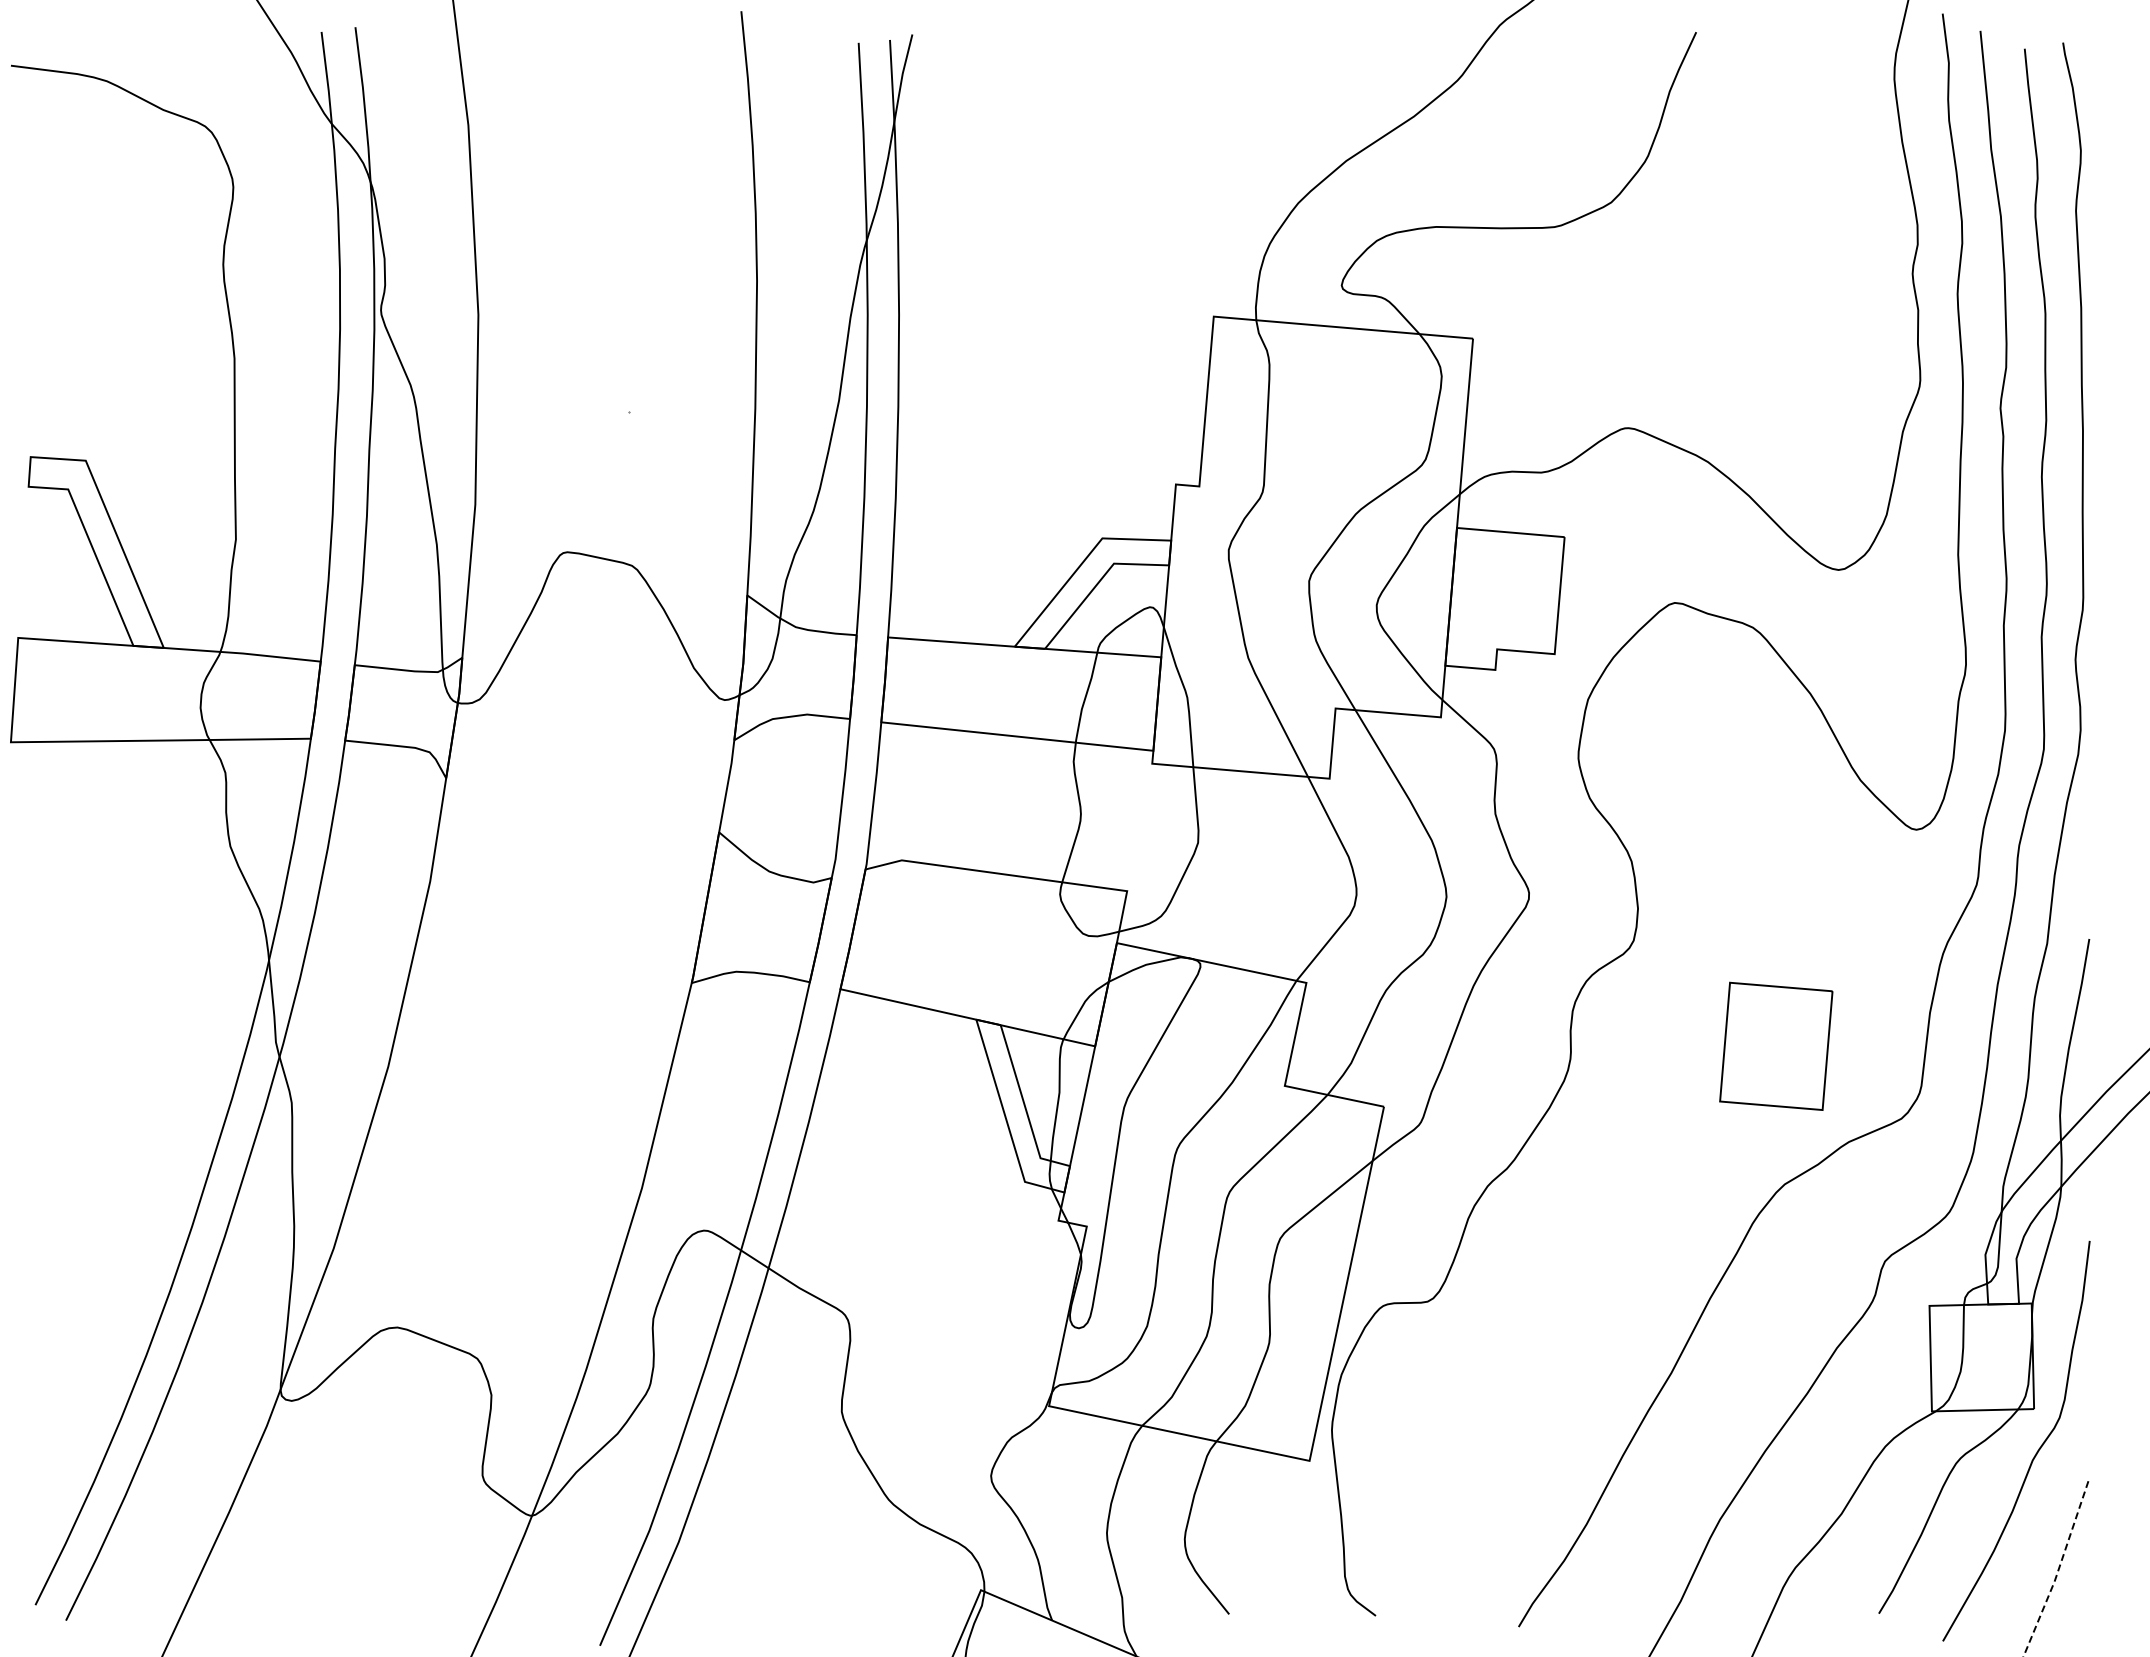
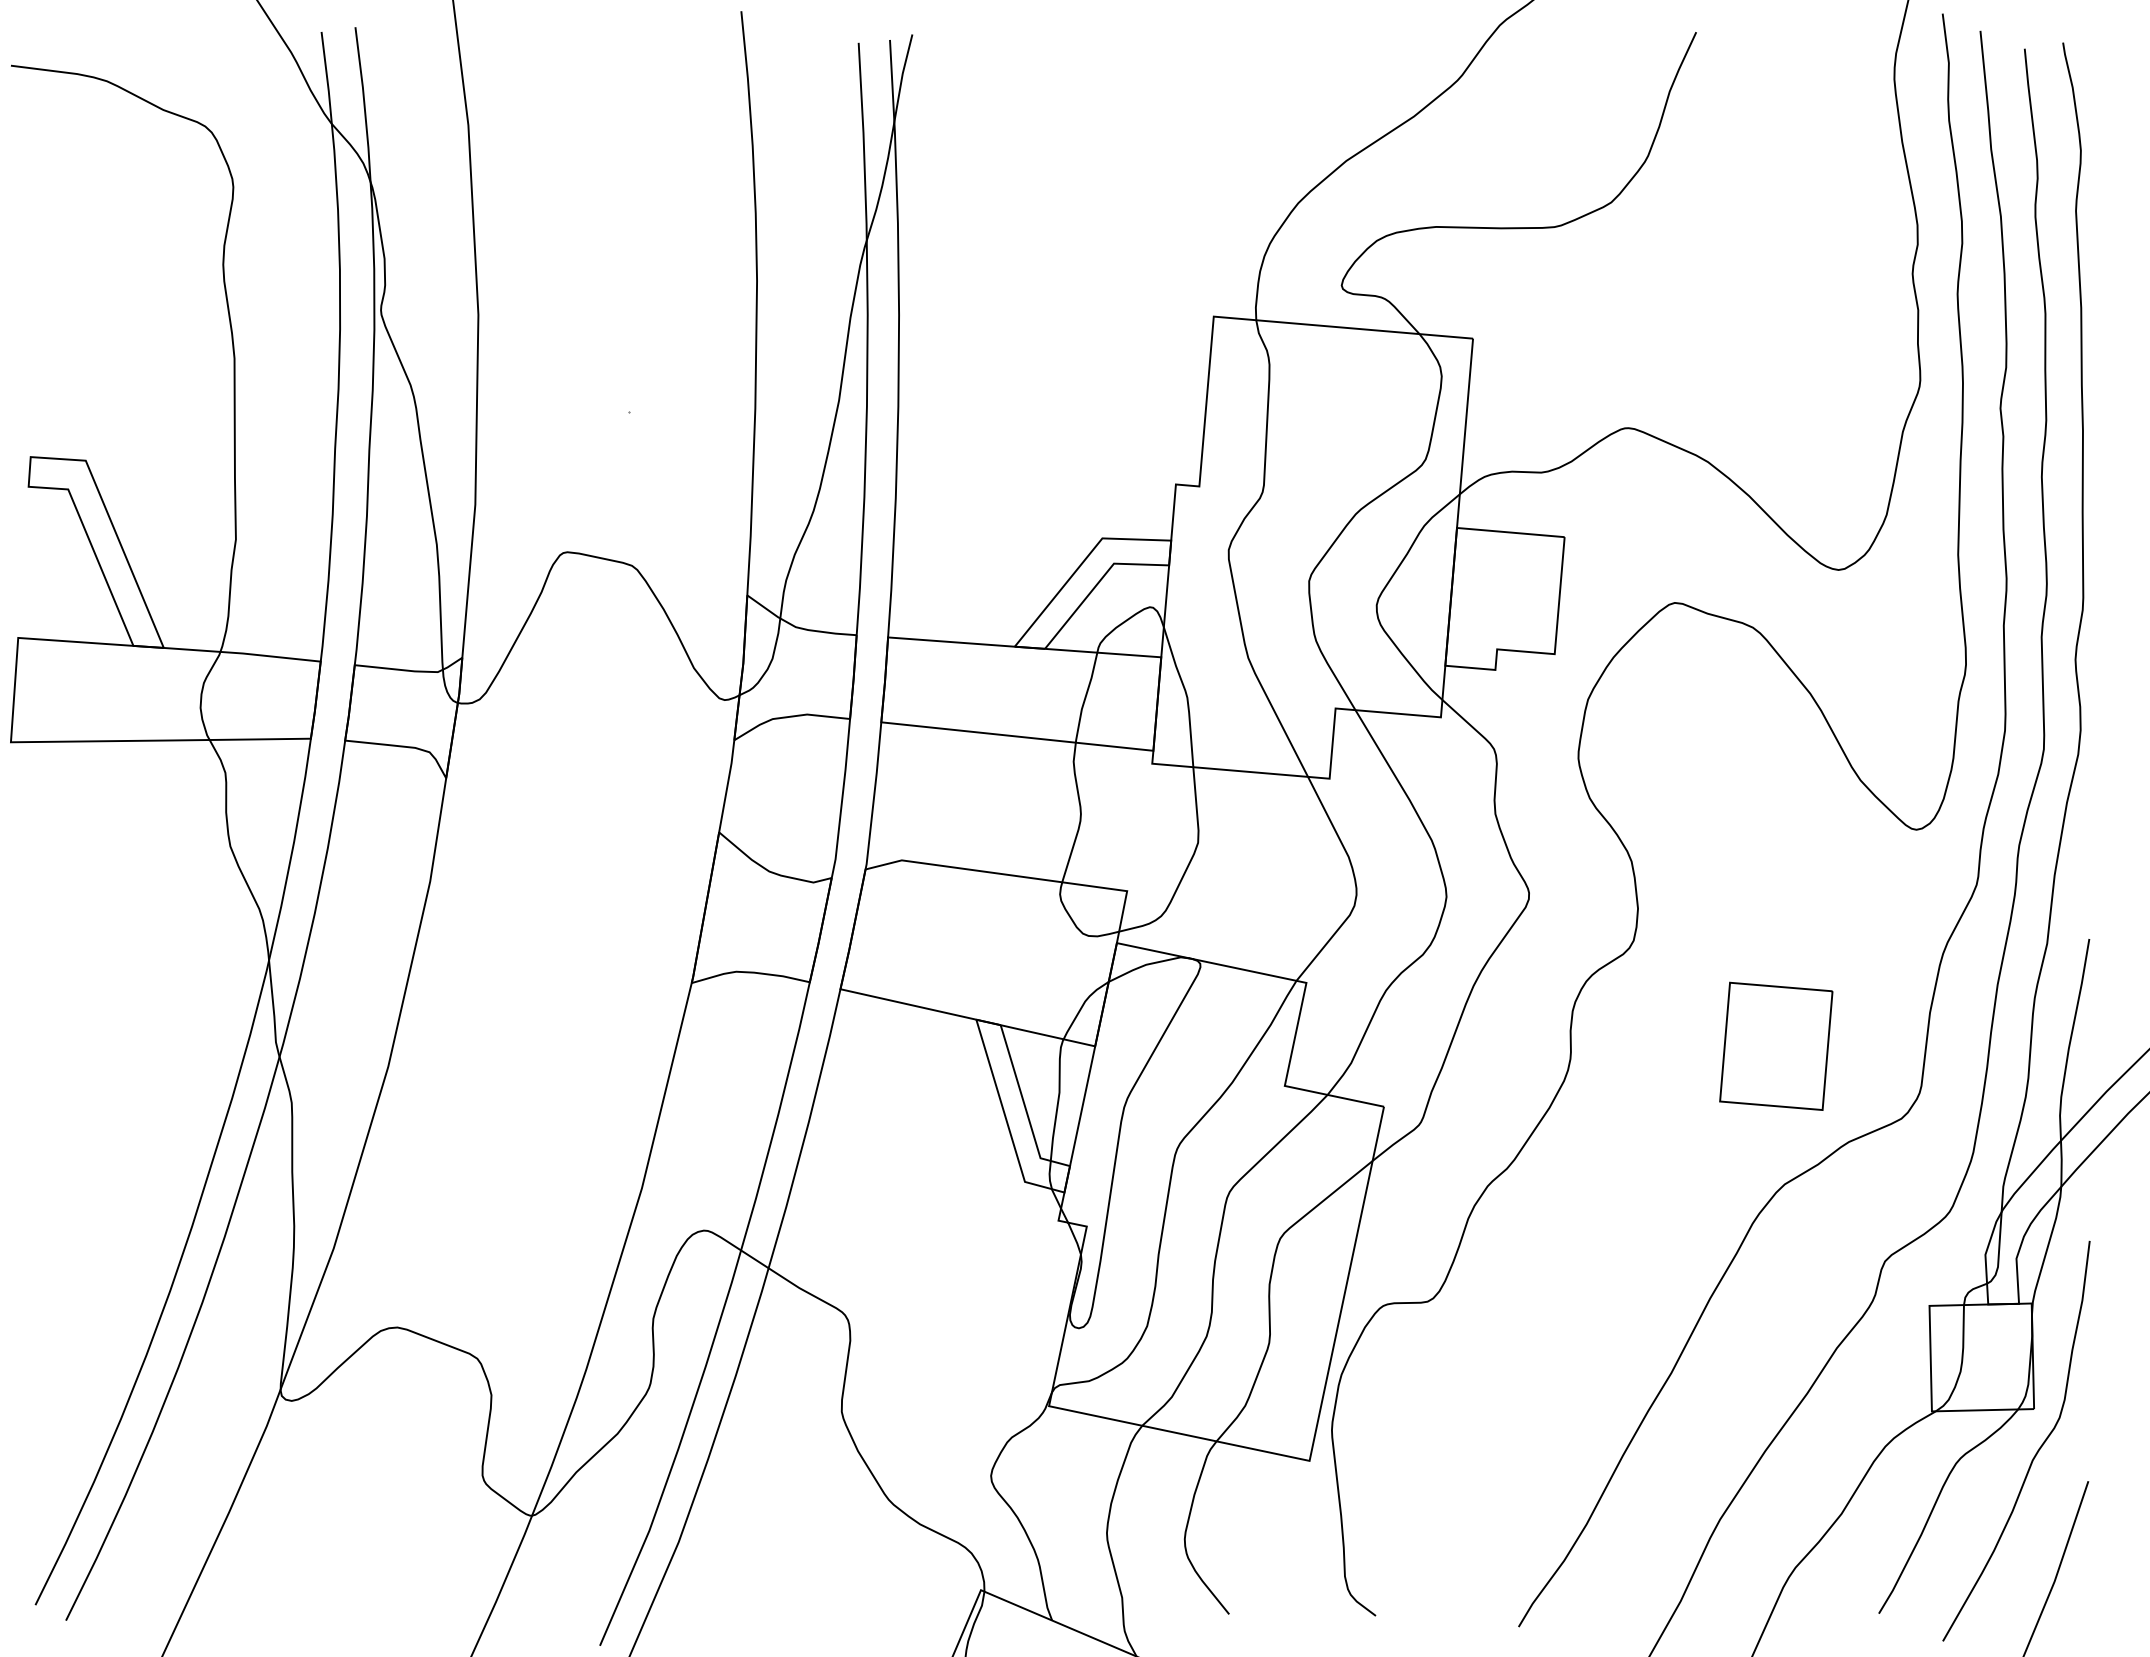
line at (2058, 1570): dashed -> solid
